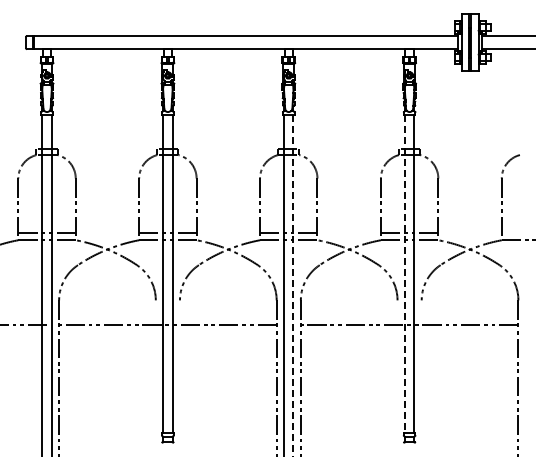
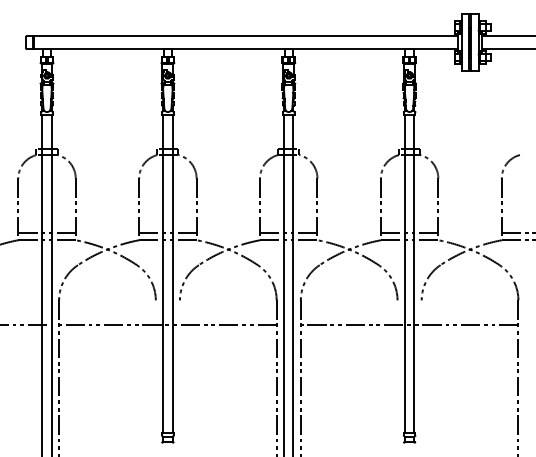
line at (516, 232): none -> present
line at (404, 274): dashed -> solid
line at (293, 285): dashed -> solid
